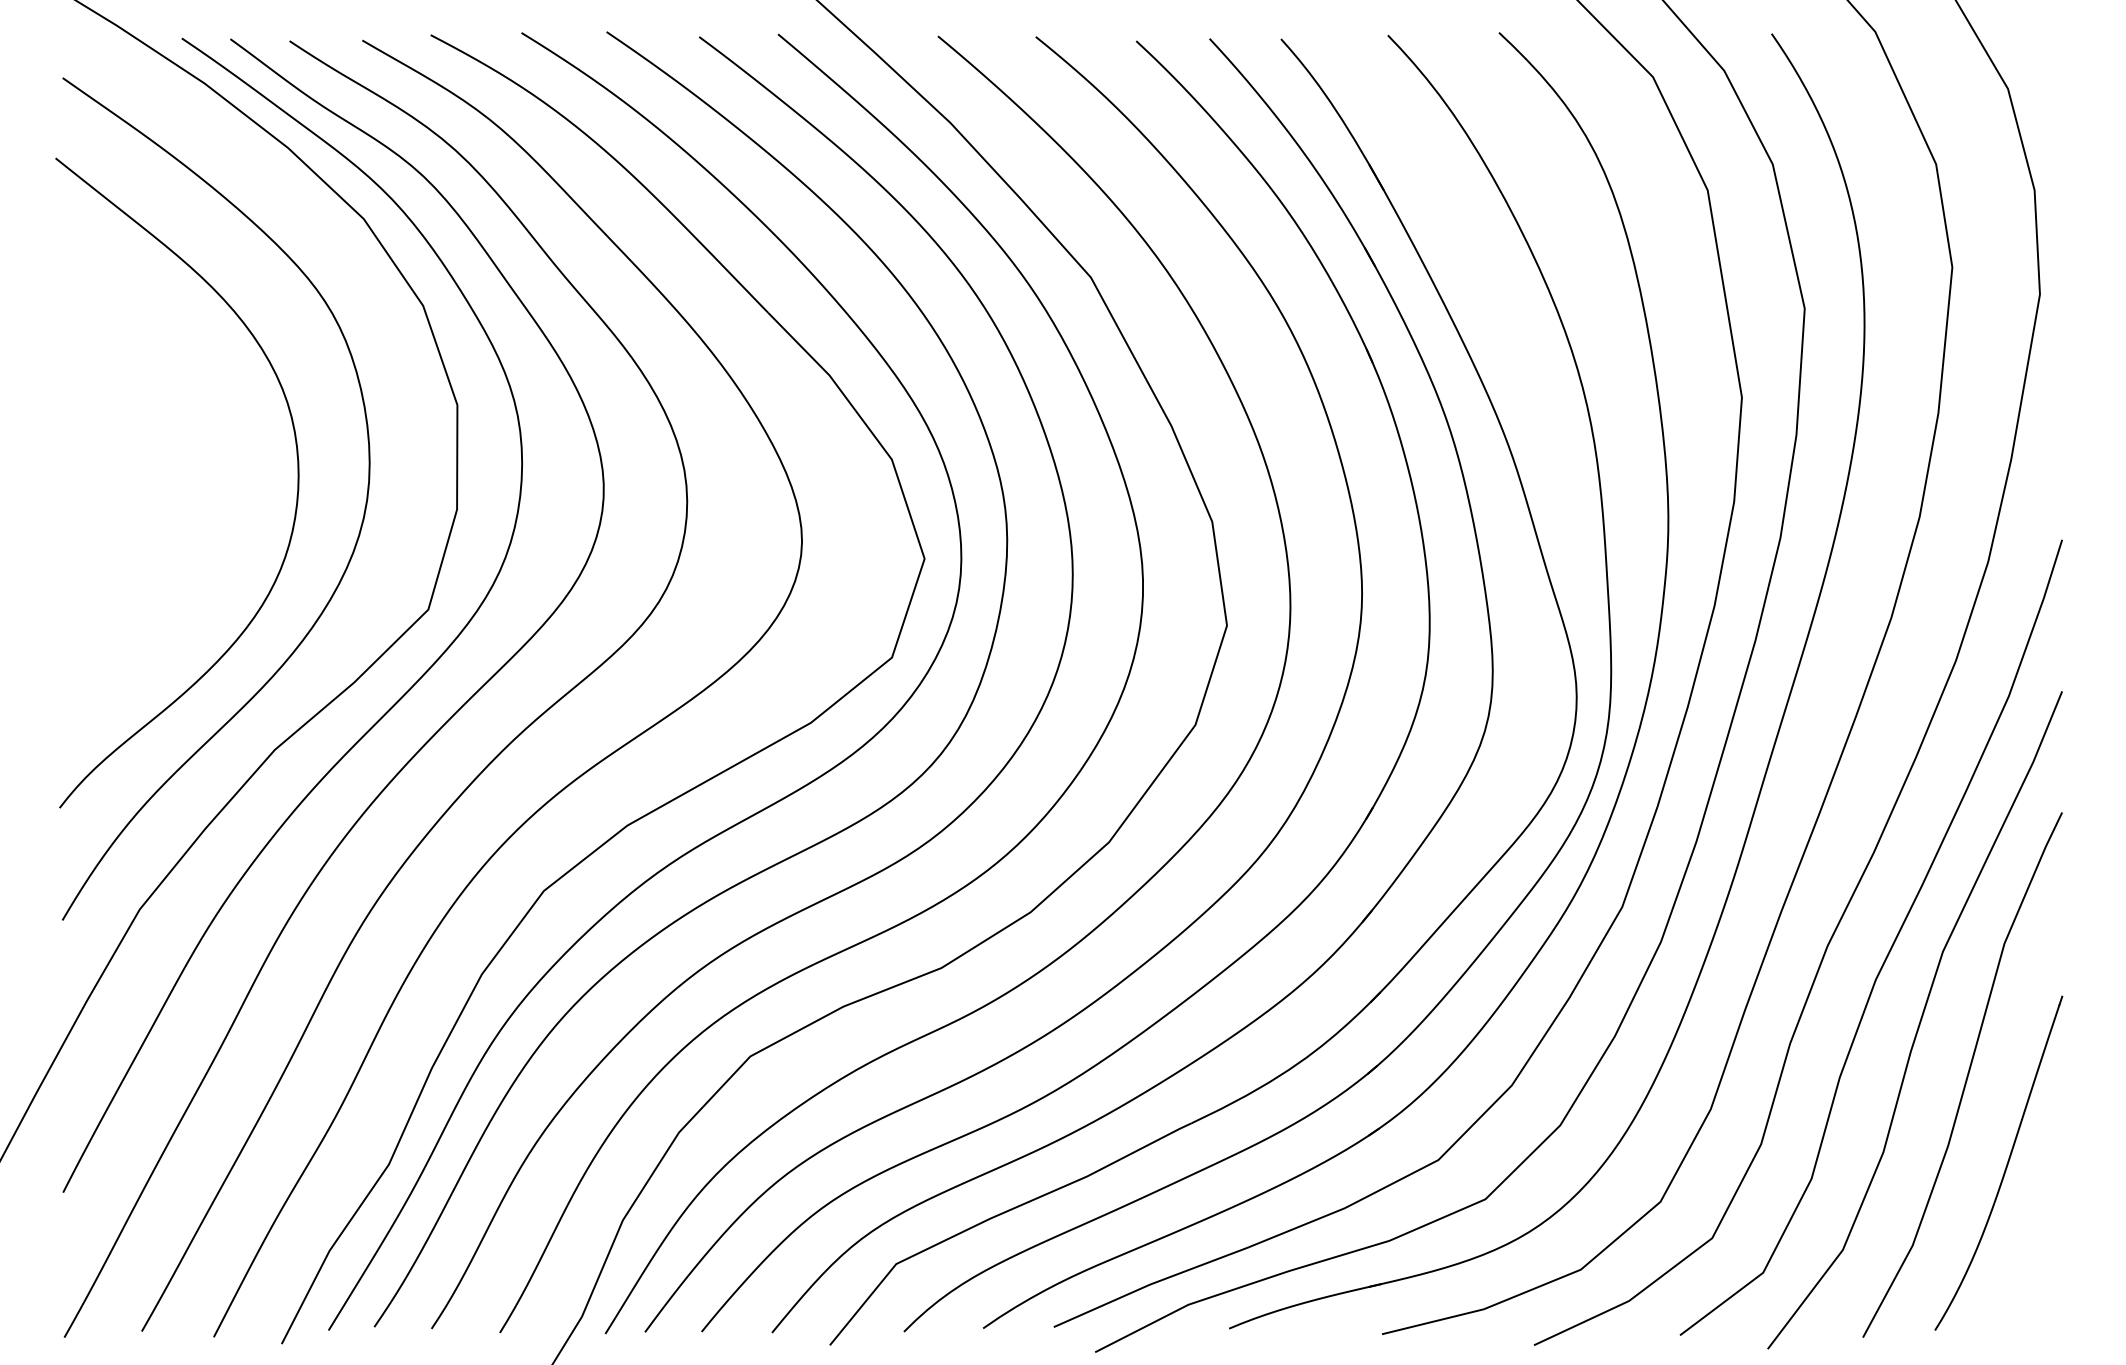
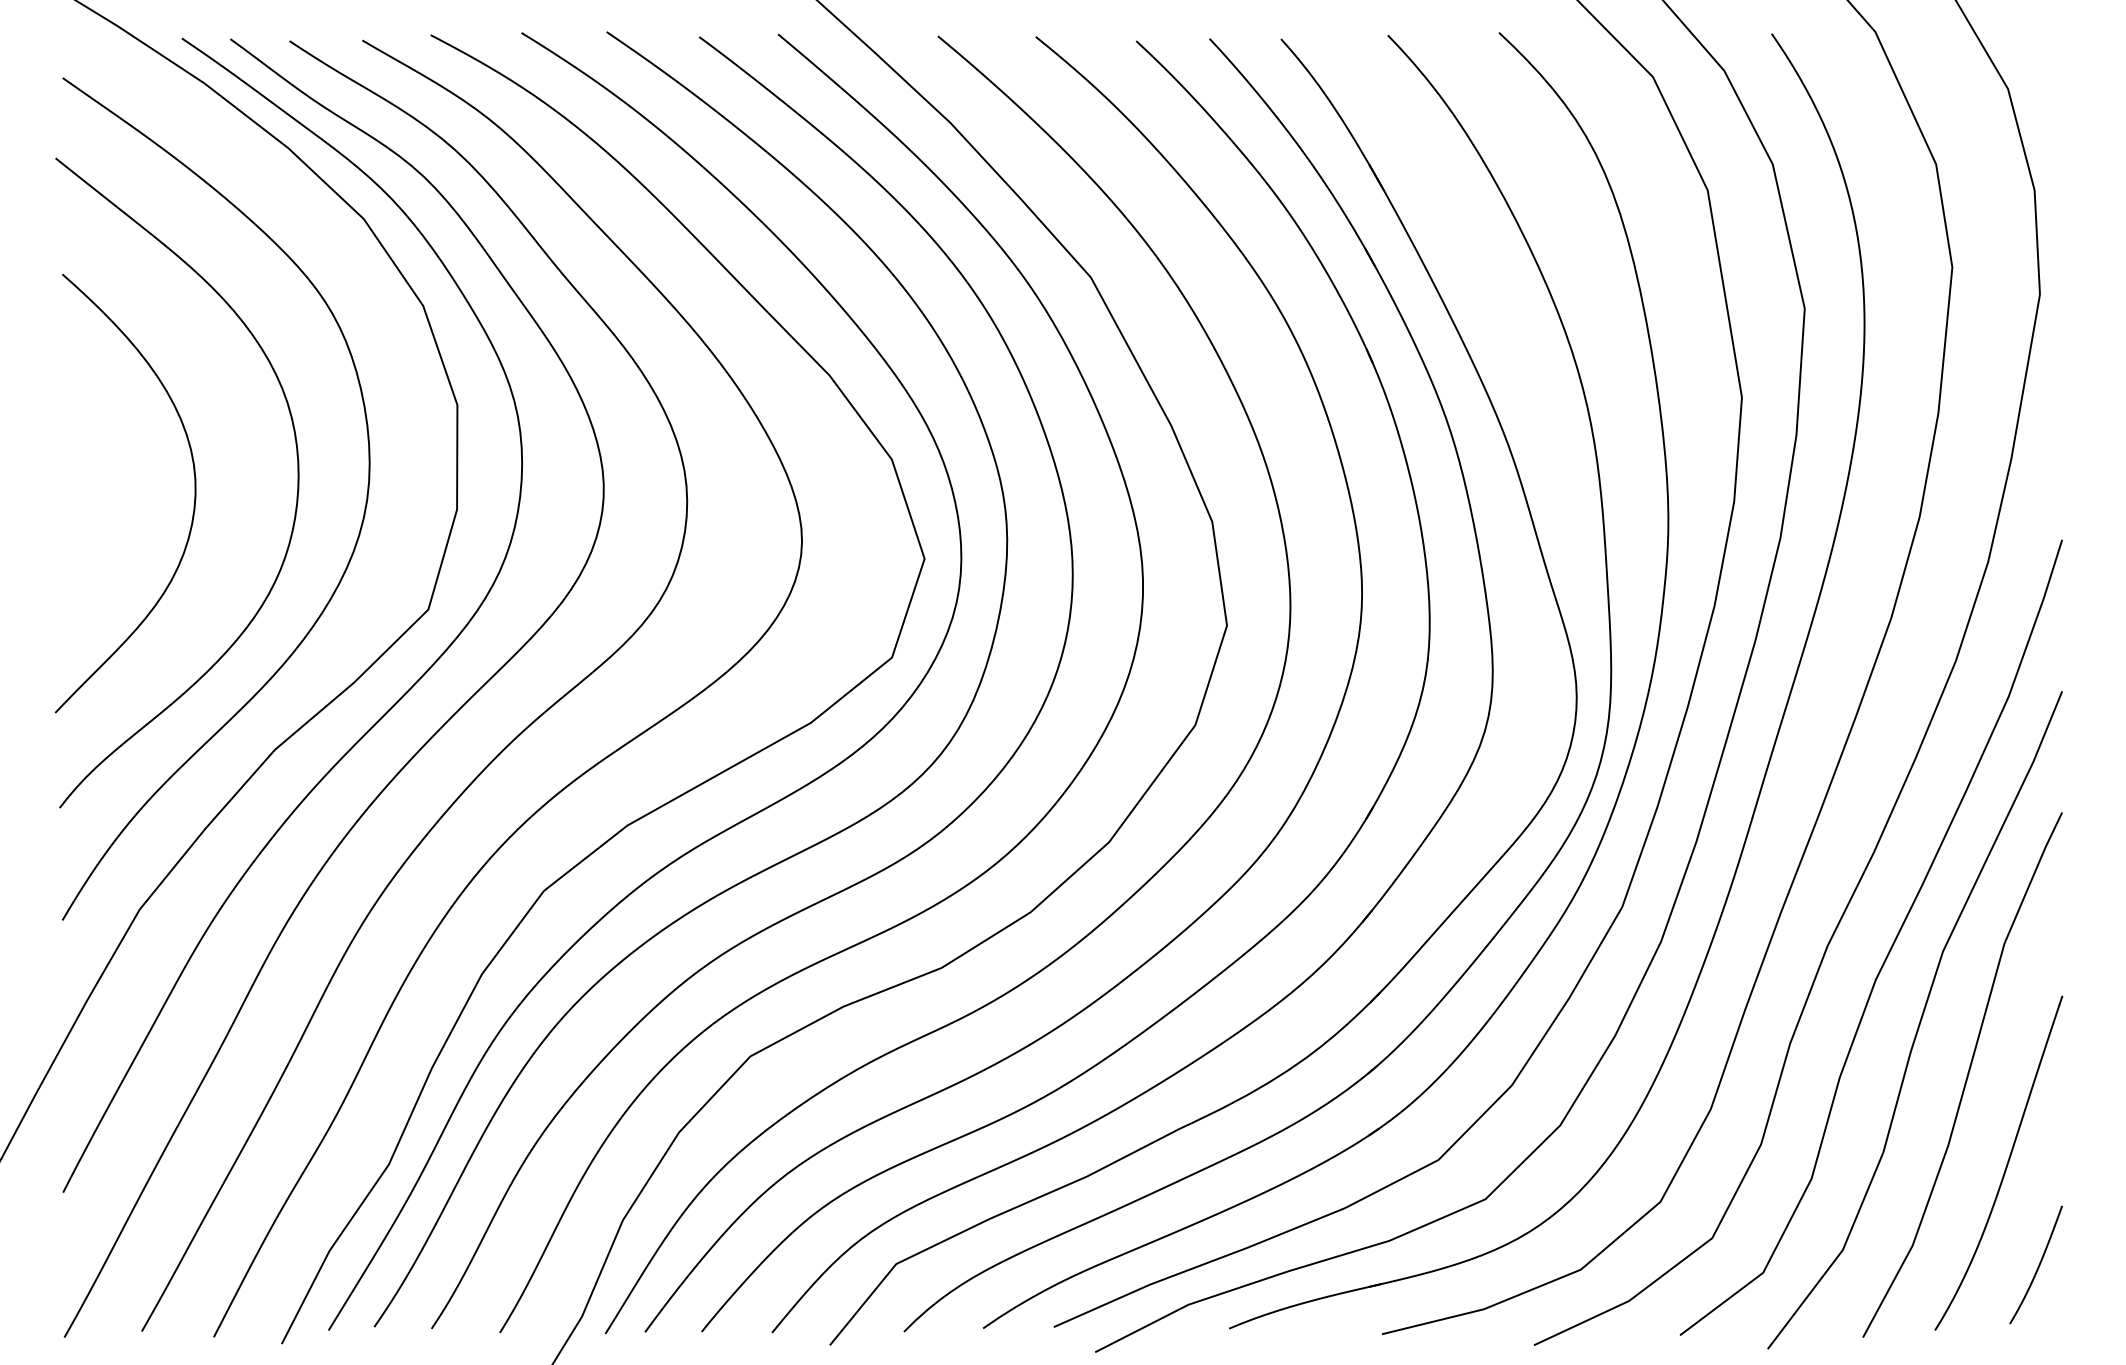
curve at (193, 504): none -> present
curve at (2037, 1266): none -> present
